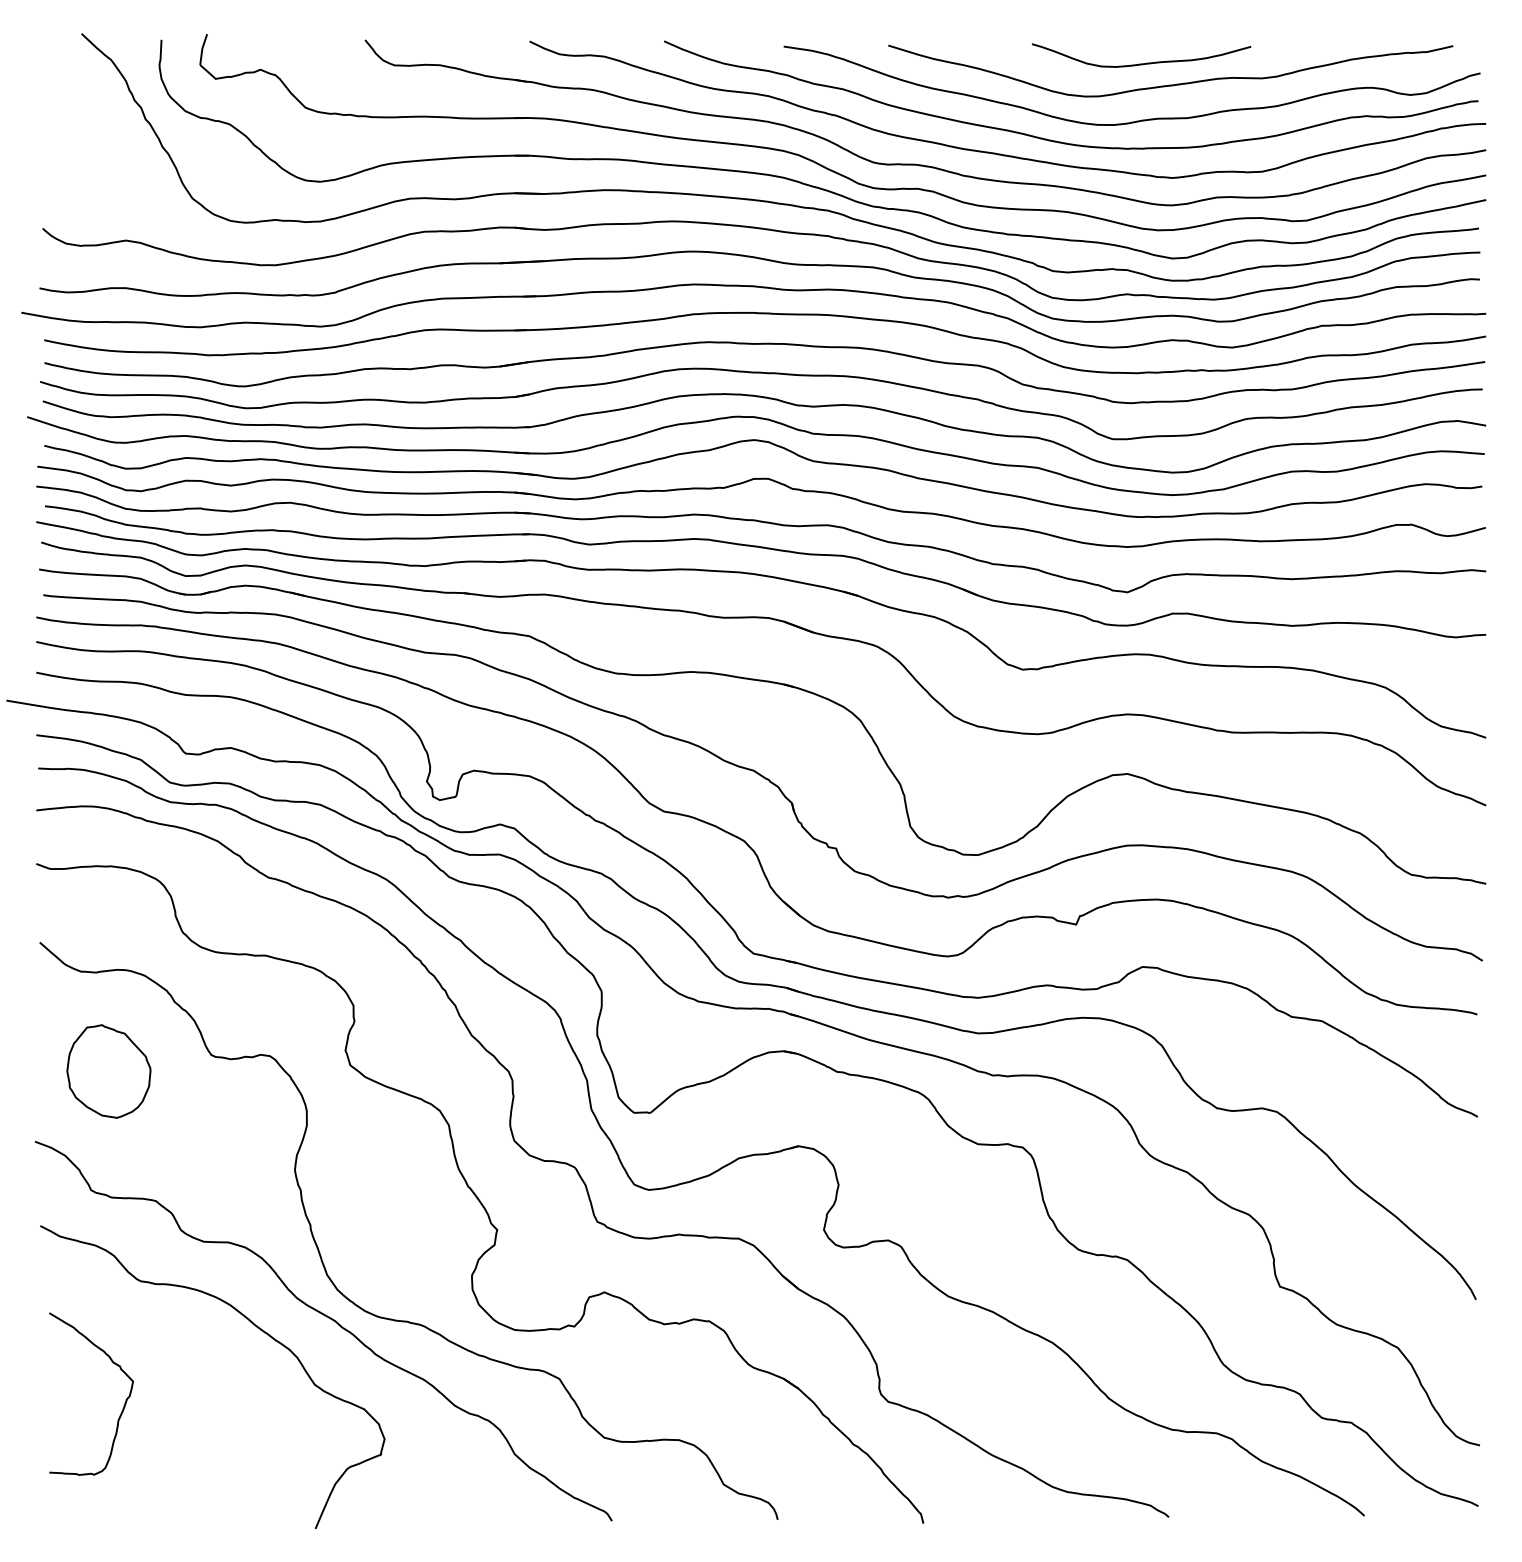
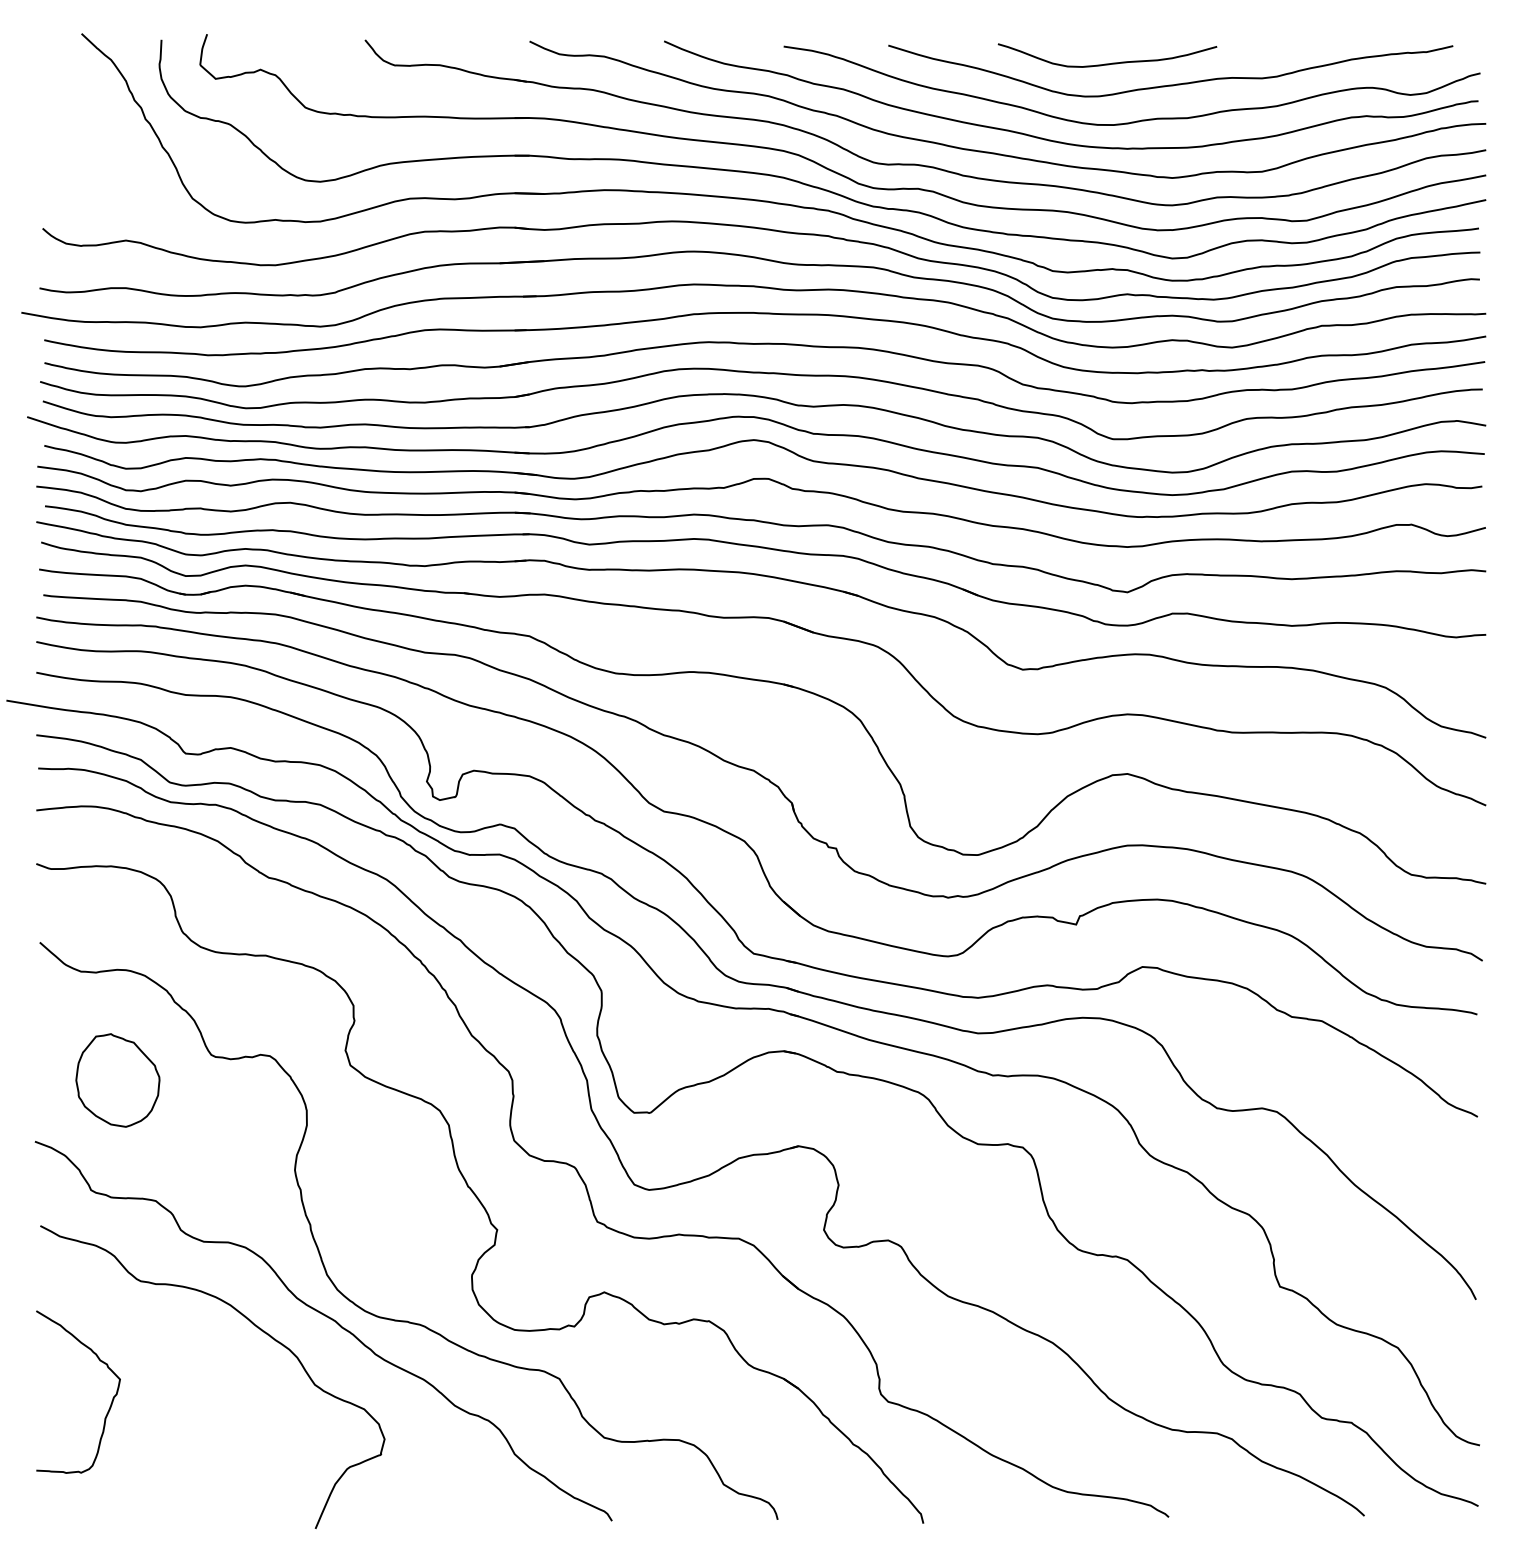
curve at (1141, 63) position: (1141, 63) -> (1107, 63)
part at (108, 1071) position: (108, 1071) -> (117, 1080)
curve at (123, 1405) position: (123, 1405) -> (110, 1403)
